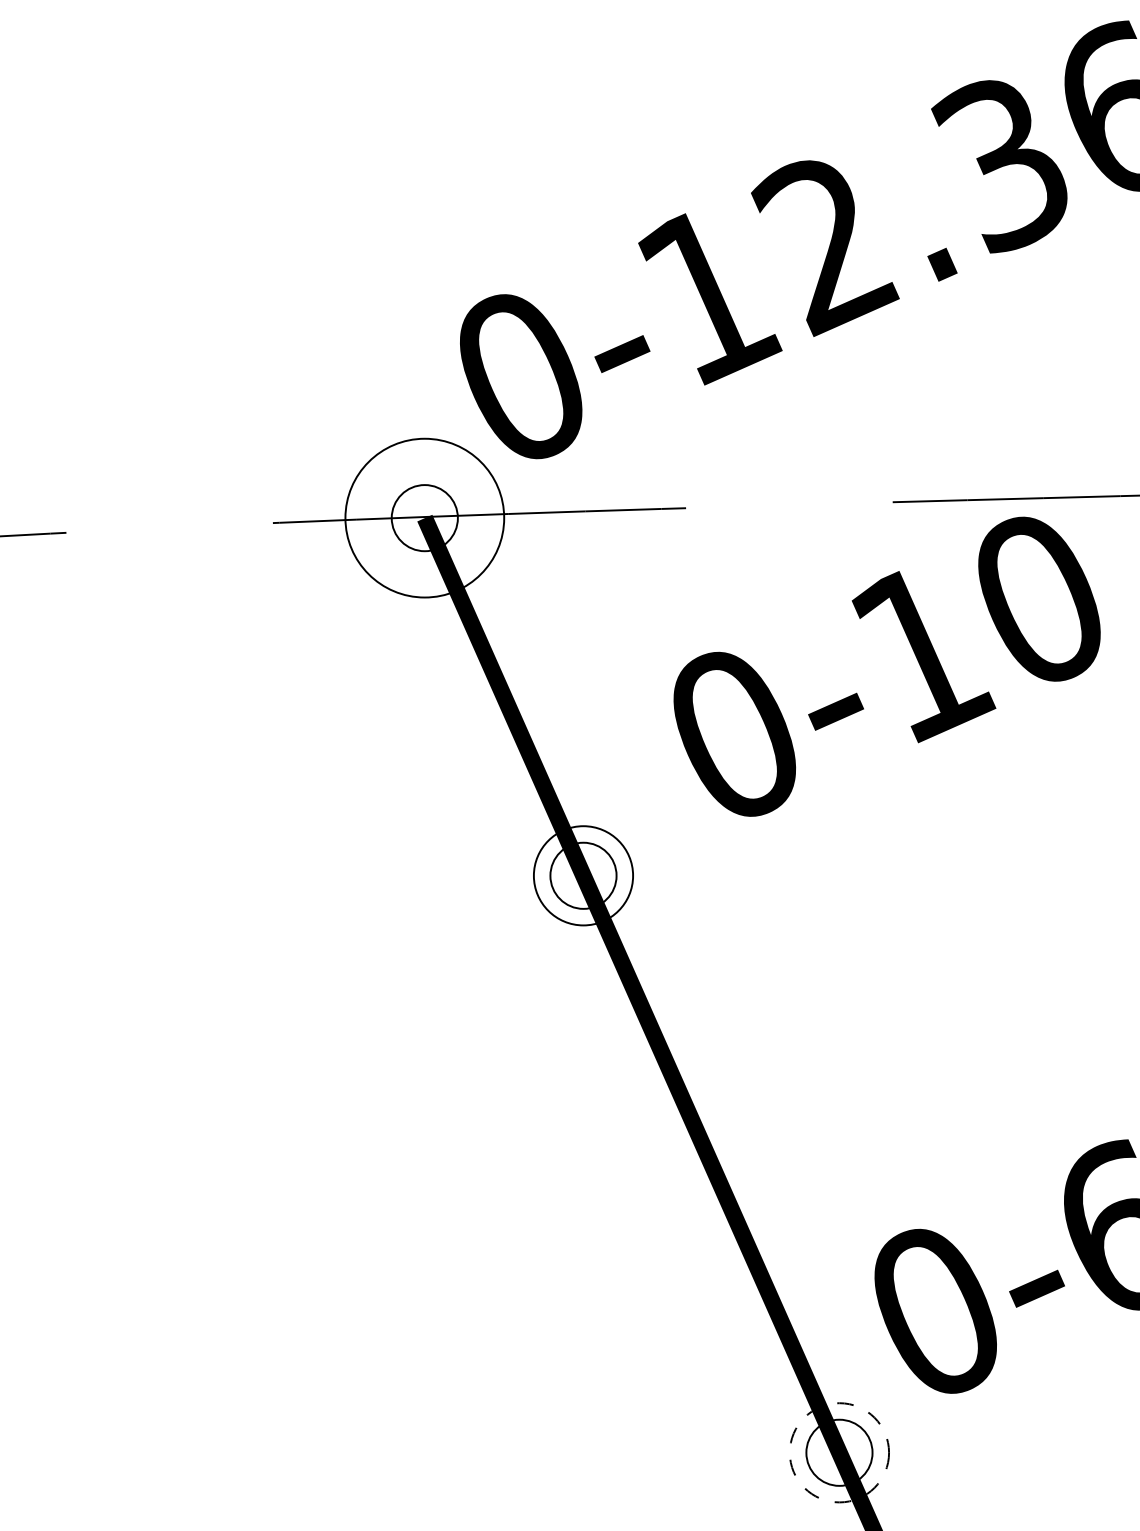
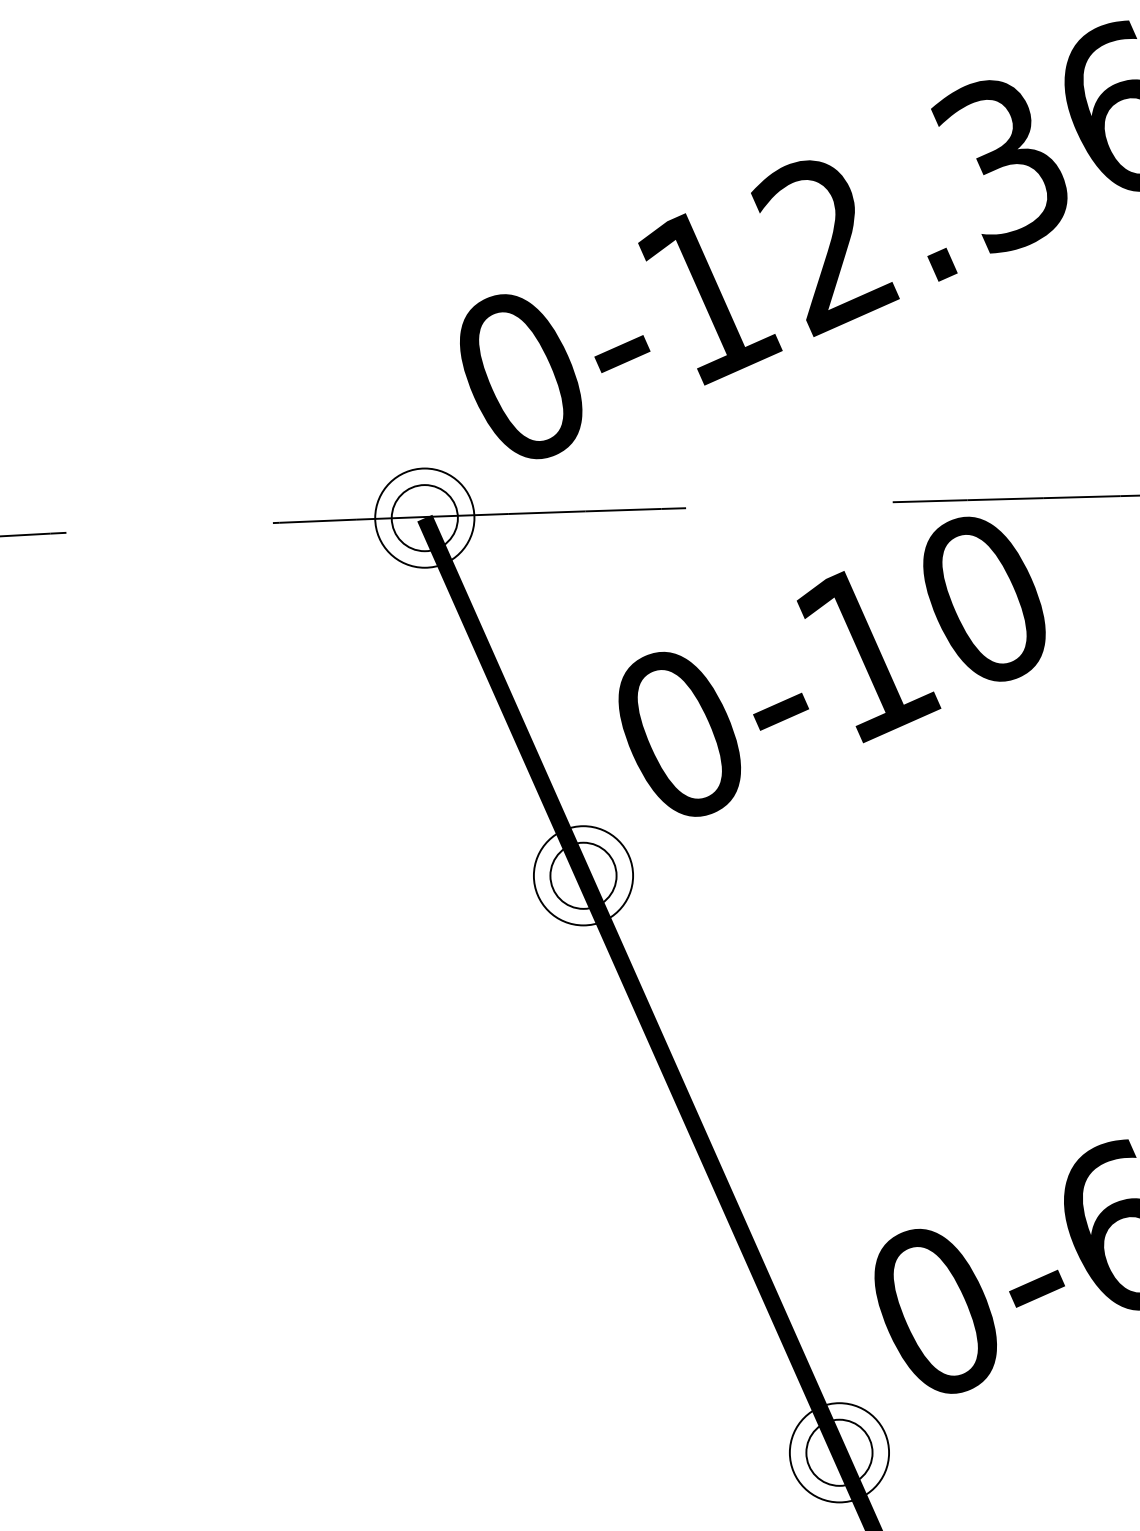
circle at (424, 517) diameter: 159 px -> 99 px
text at (886, 666) position: (886, 666) -> (831, 666)
circle at (839, 1452): dashed -> solid
